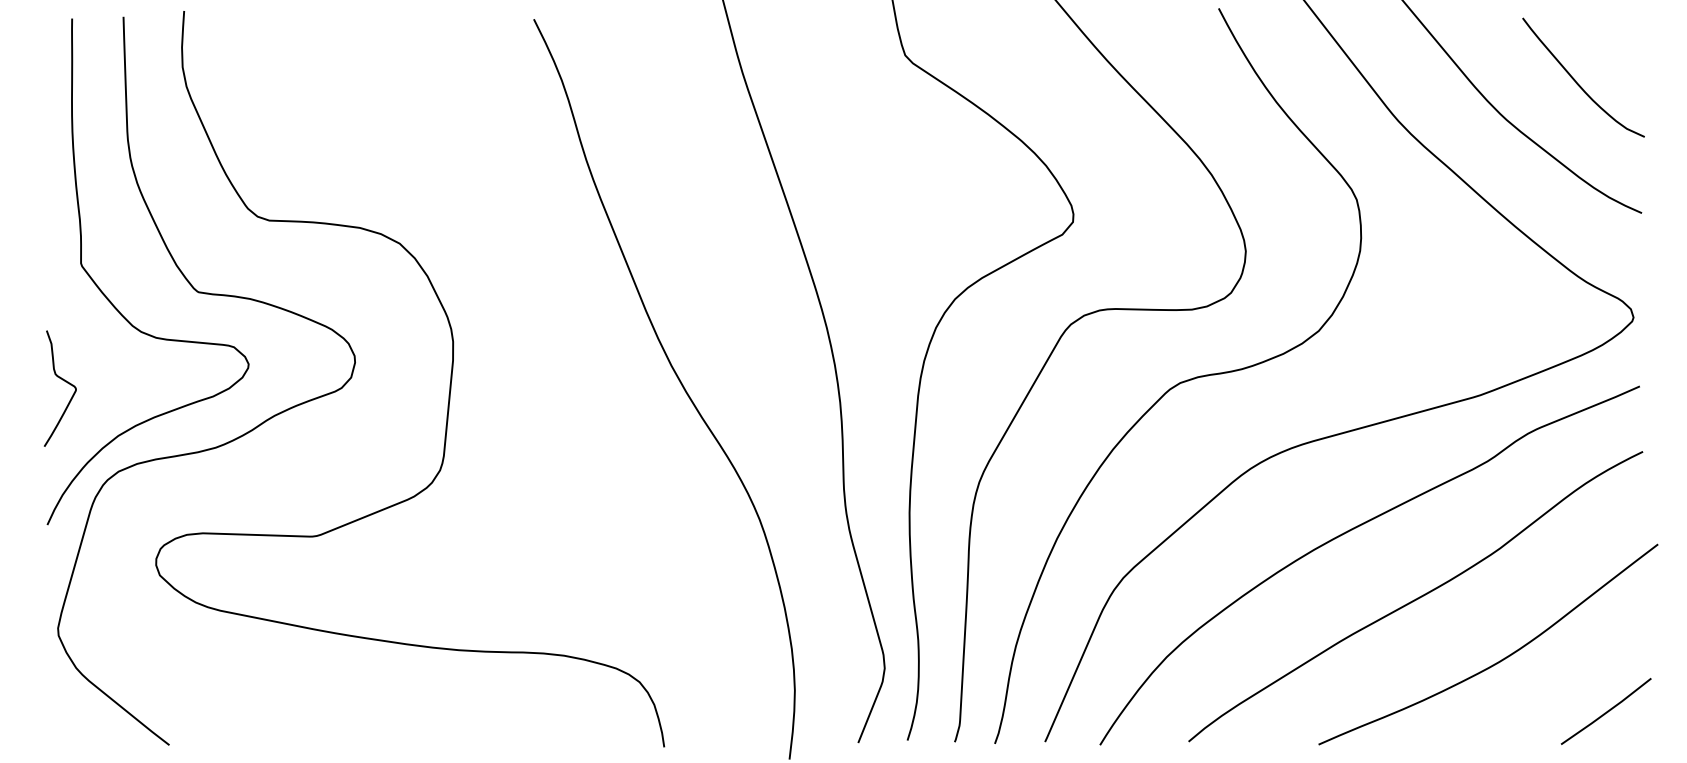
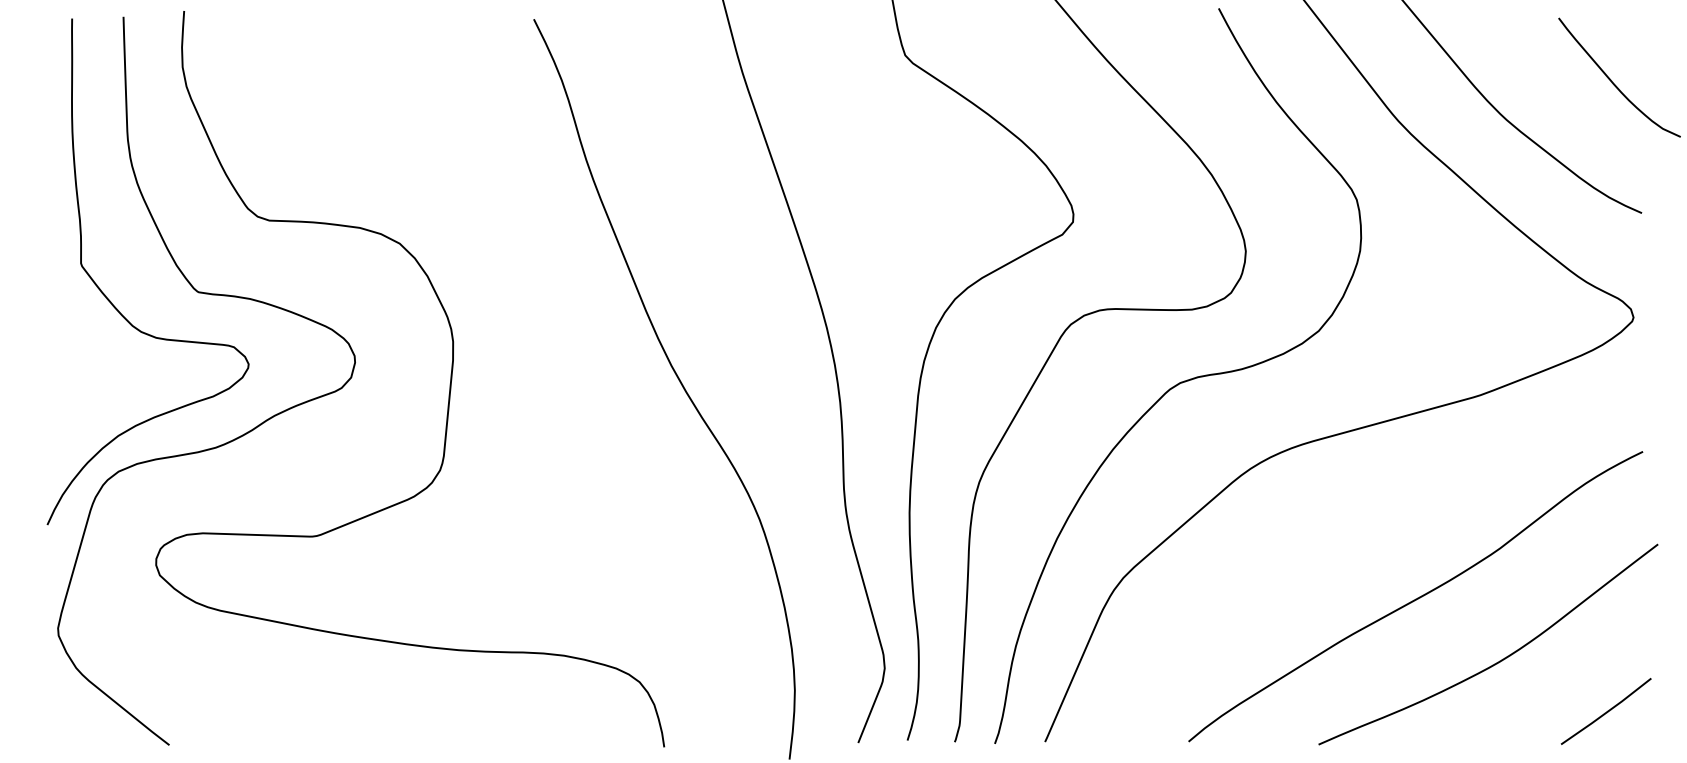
curve at (1577, 82) position: (1577, 82) -> (1613, 82)
curve at (65, 382): present -> none
curve at (1352, 530): present -> none
